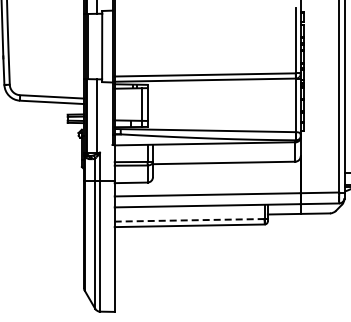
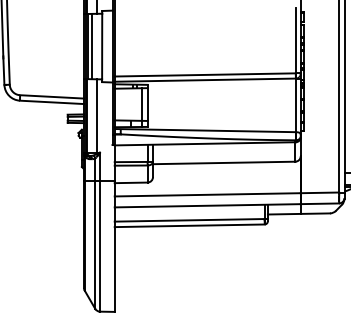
line at (91, 46): none -> present
line at (189, 220): dashed -> solid
